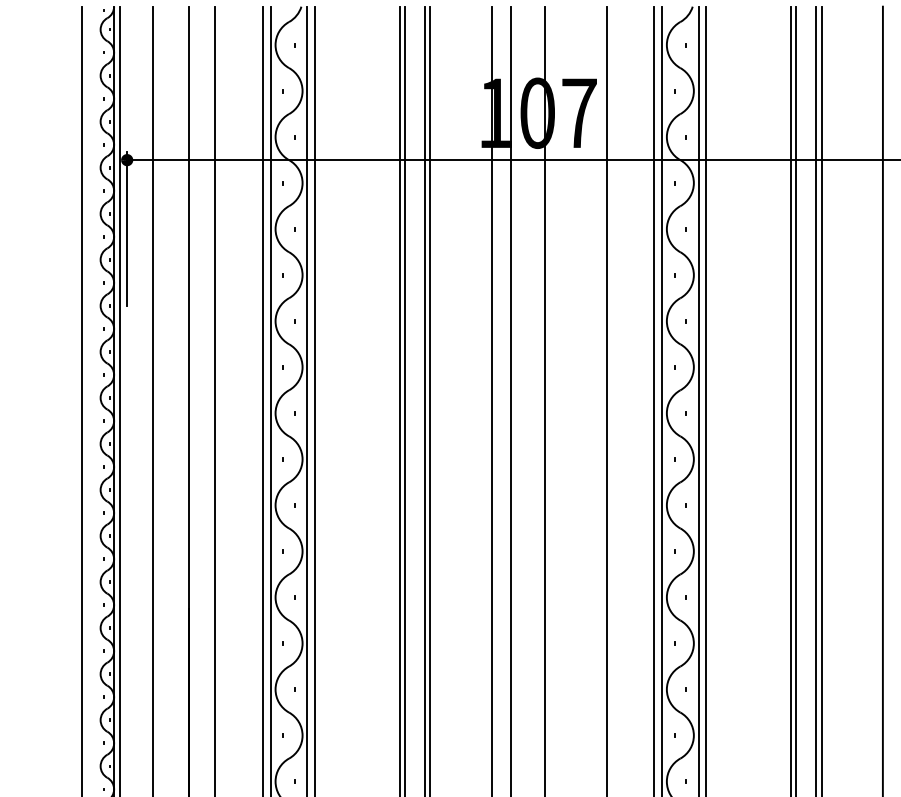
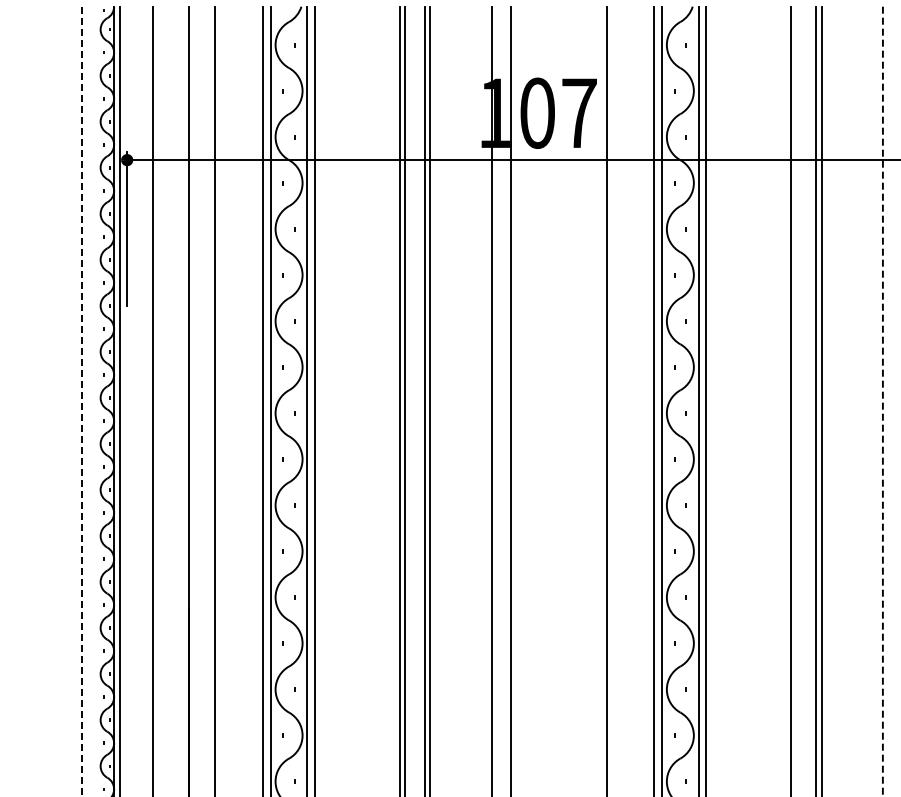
line at (545, 399): present -> none
line at (796, 399): present -> none
line at (81, 401): solid -> dashed
line at (882, 401): solid -> dashed
